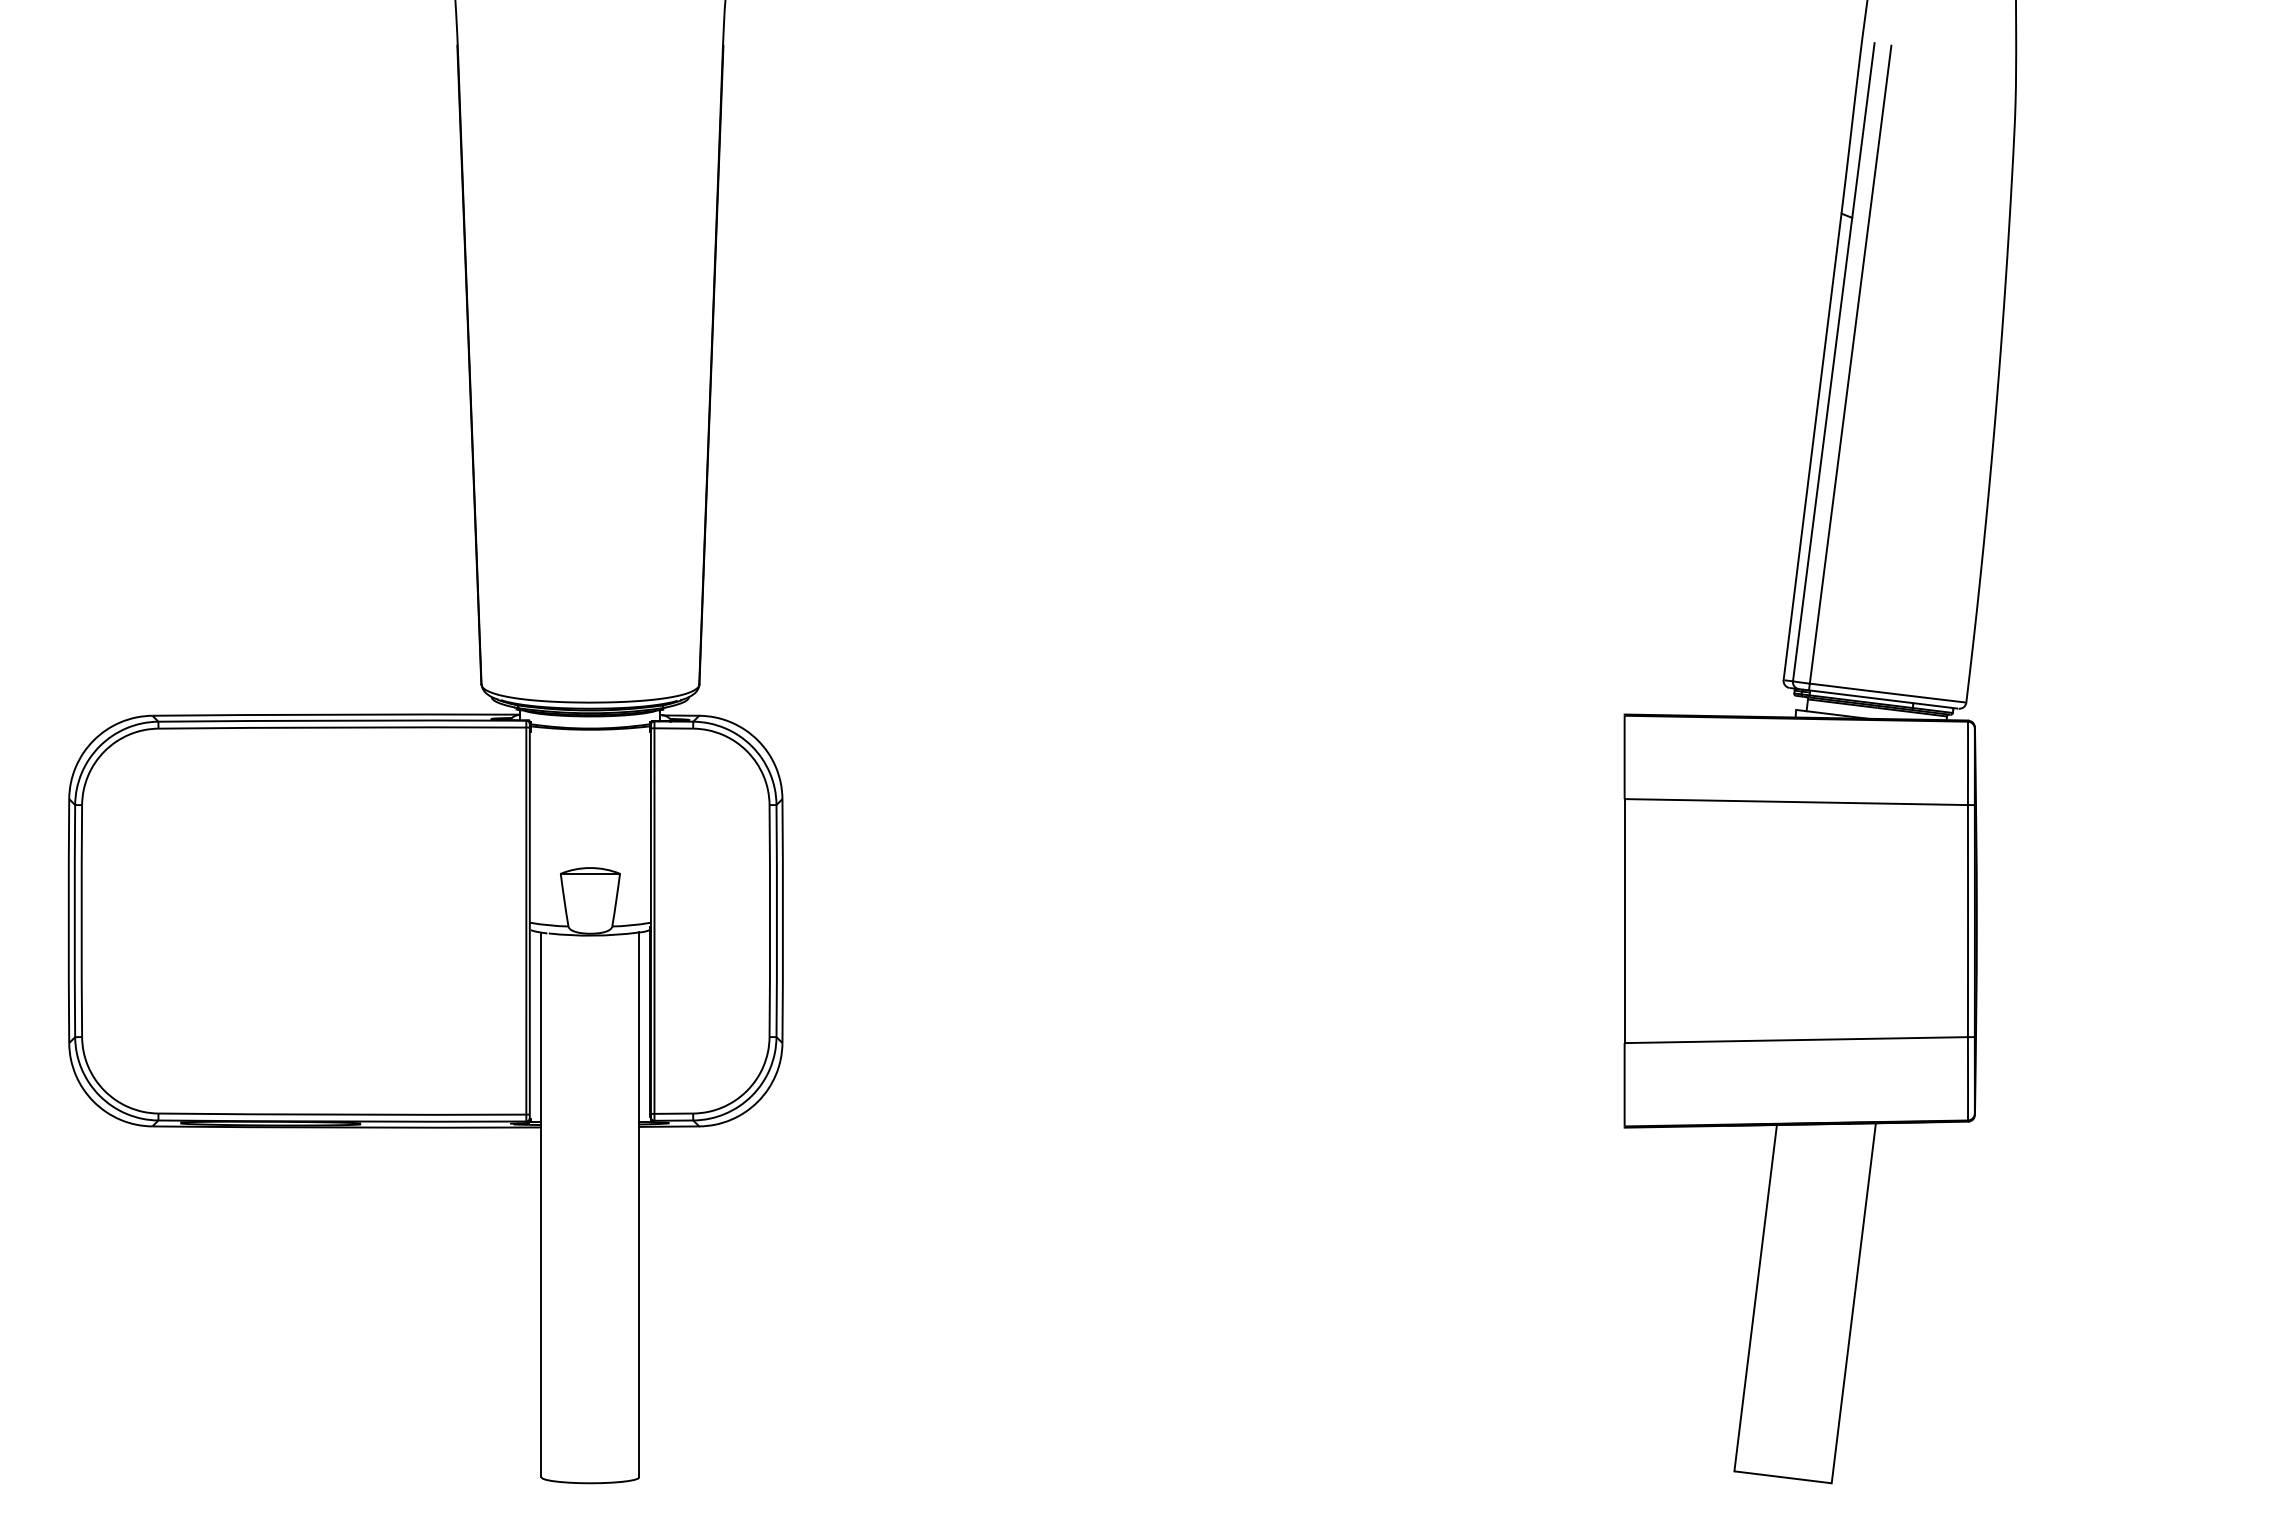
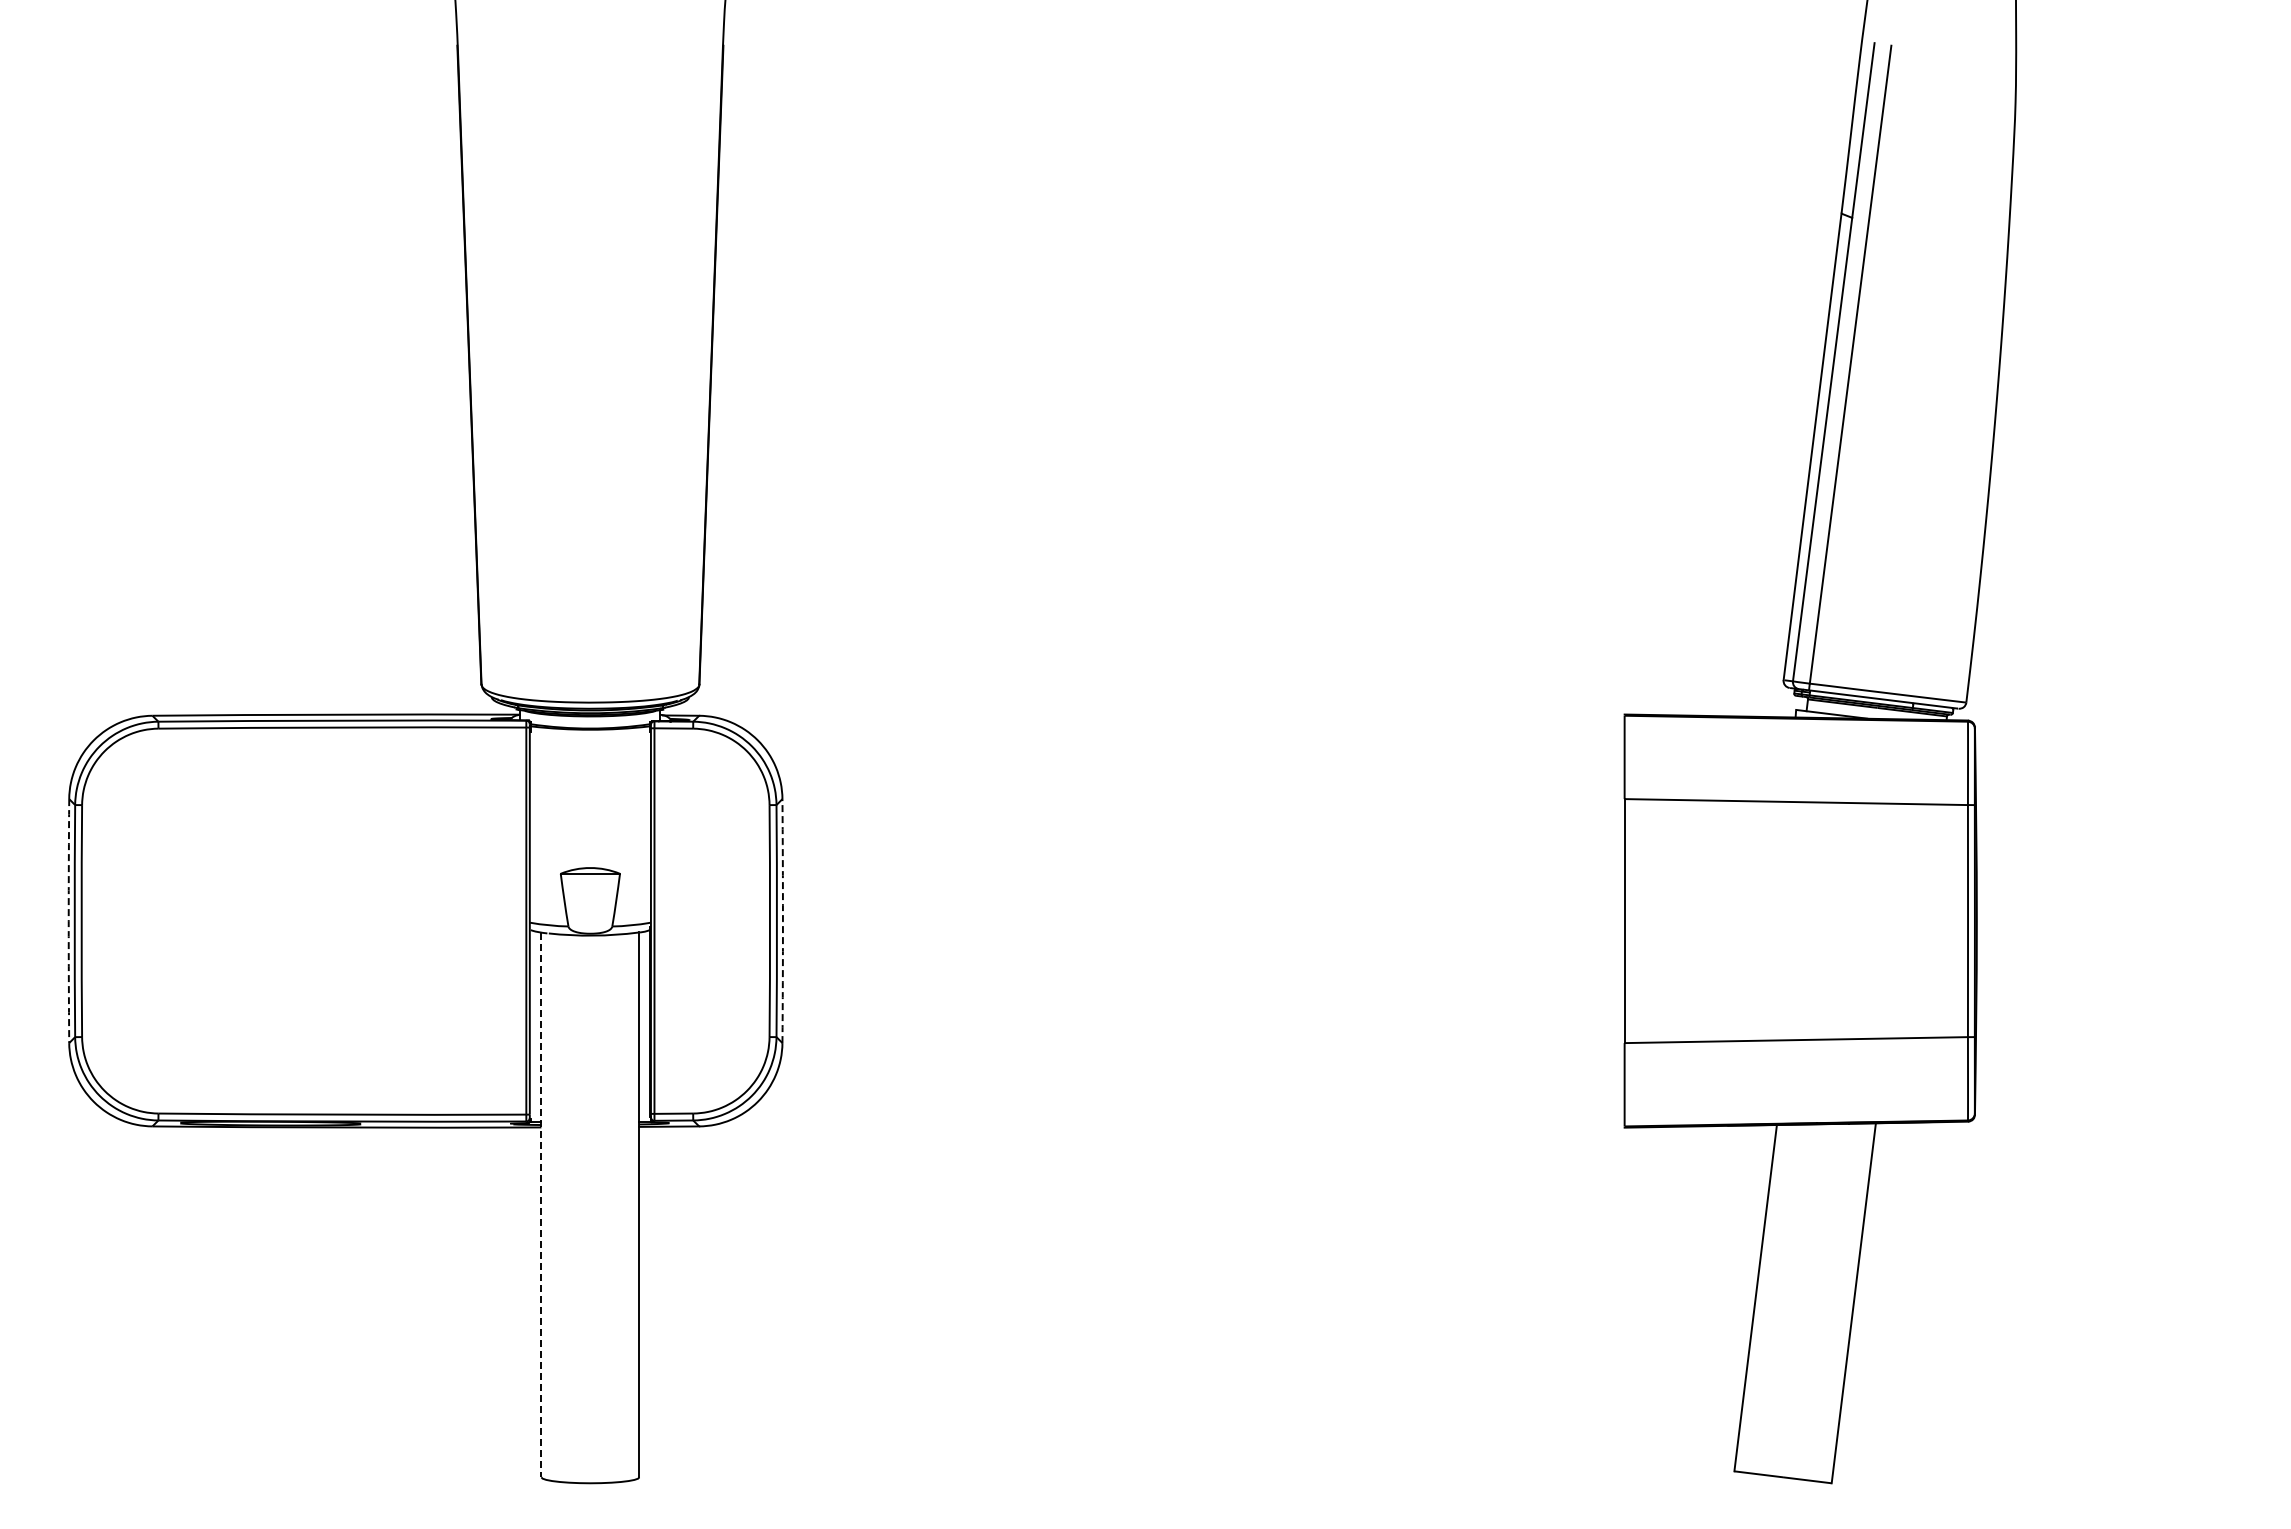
arc at (68, 921): solid -> dashed
arc at (782, 921): solid -> dashed
line at (541, 1205): solid -> dashed
